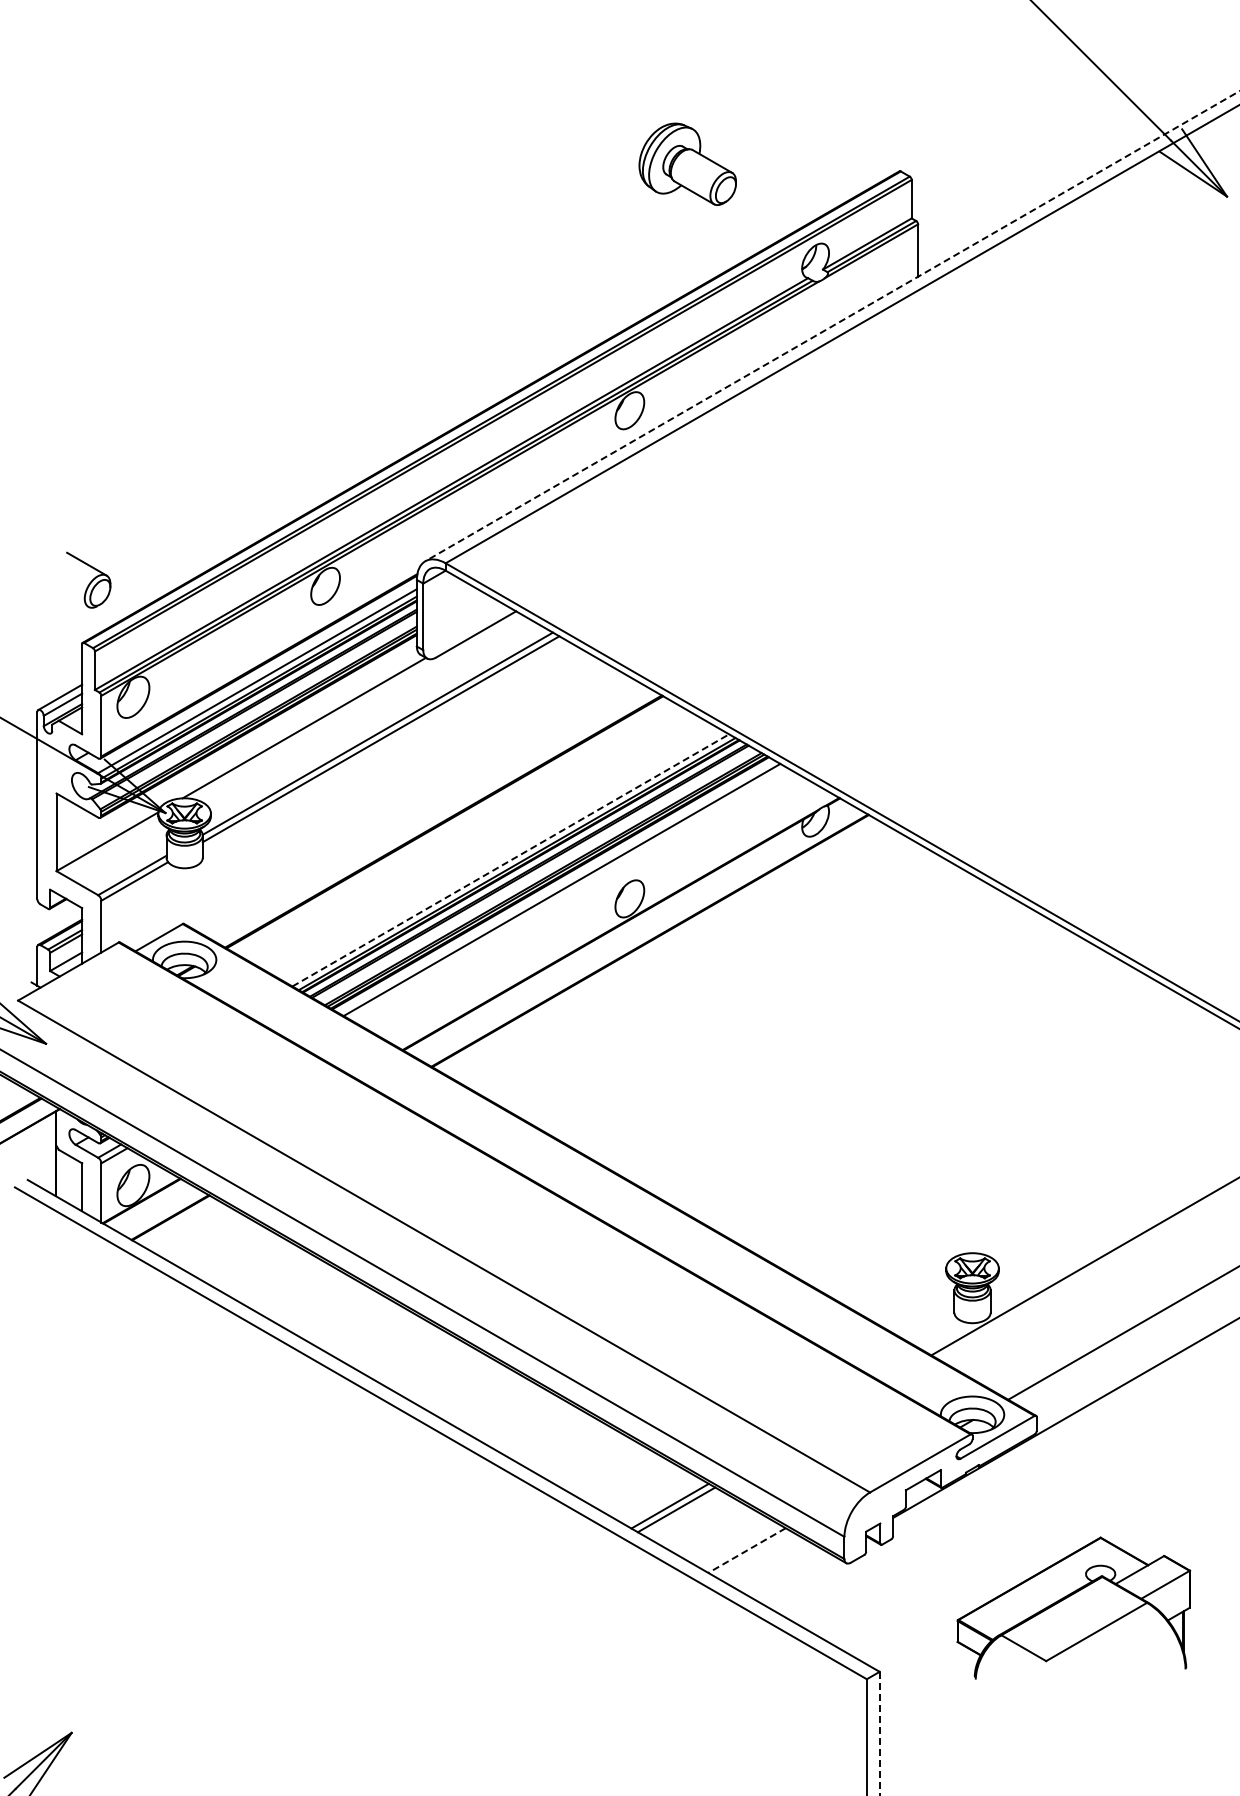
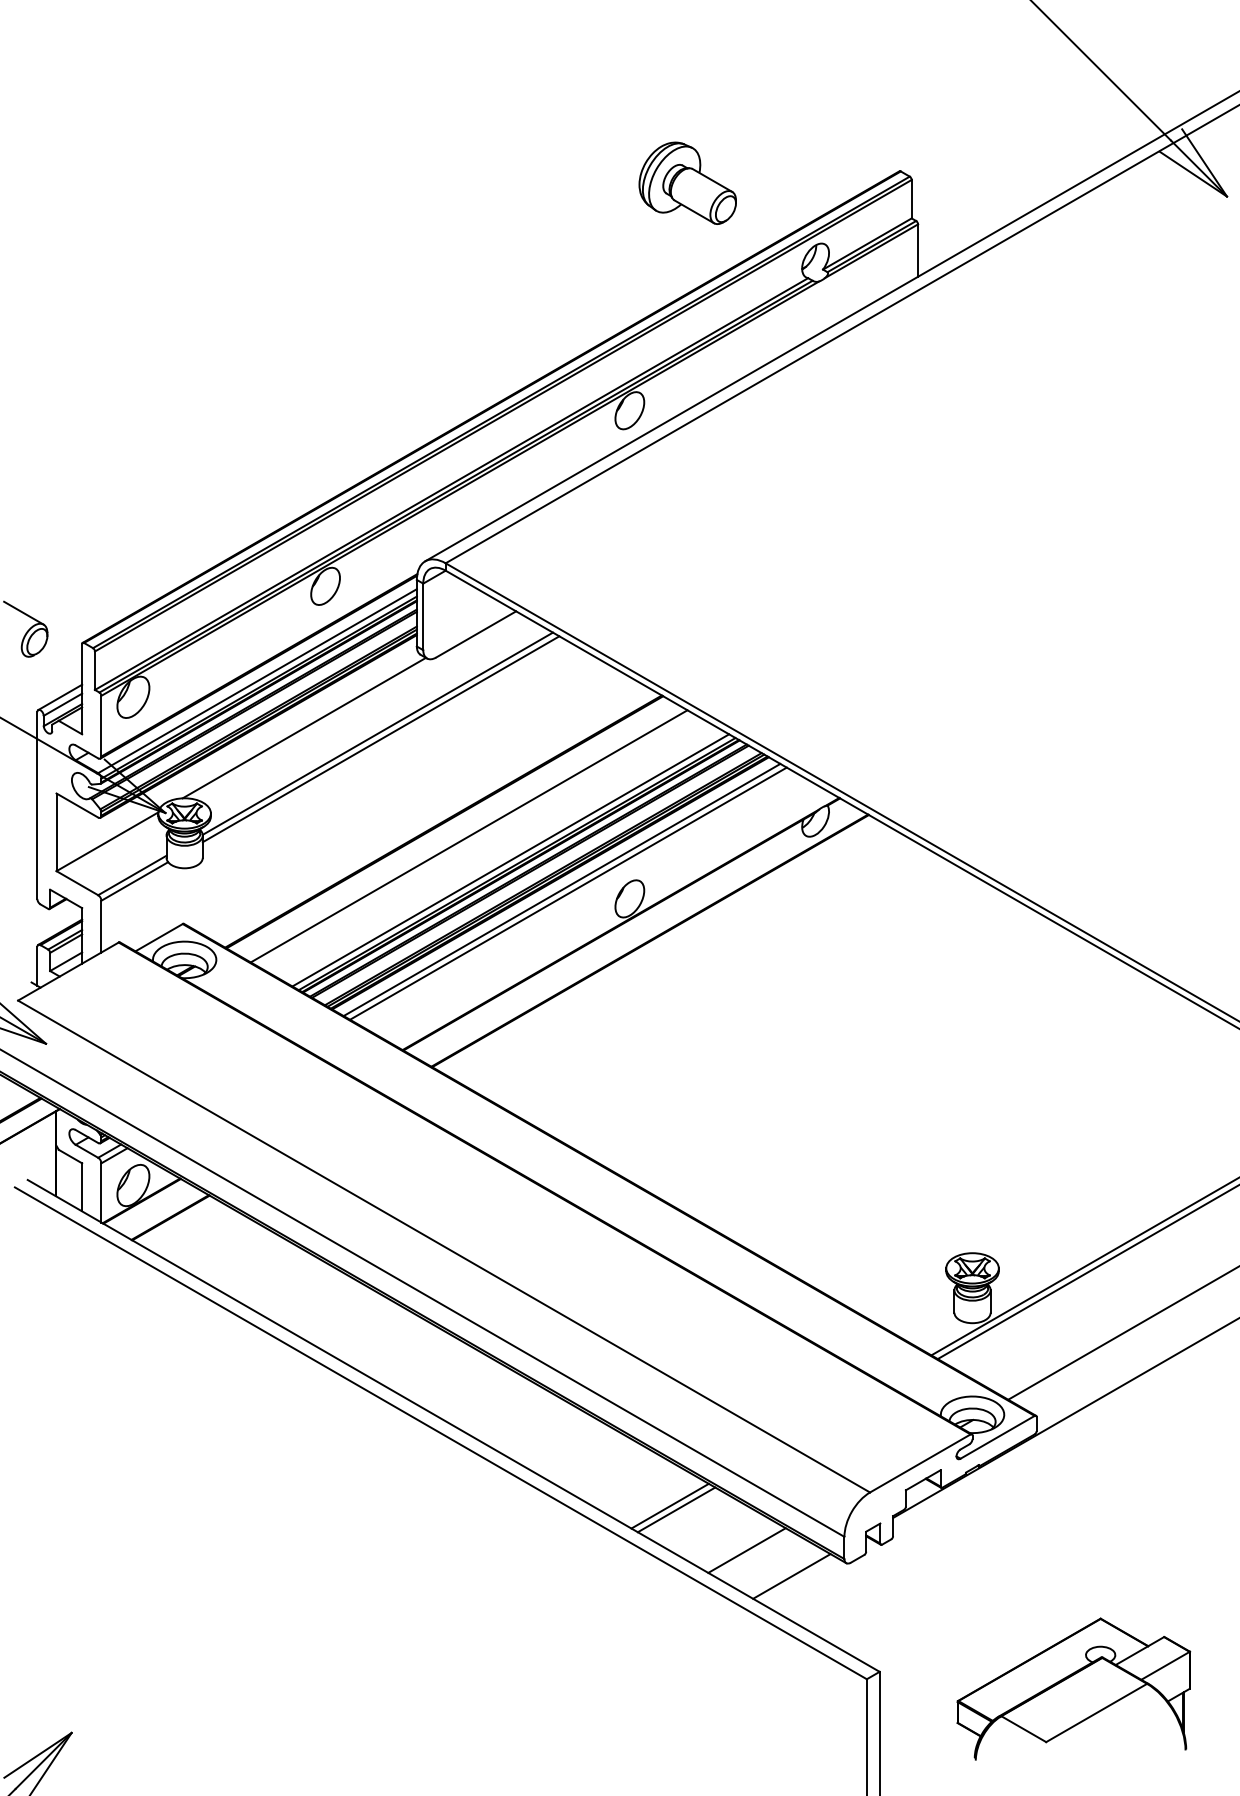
part at (687, 163) position: (687, 163) -> (687, 182)
line at (832, 326): dashed -> solid
part at (88, 579) position: (88, 579) -> (25, 628)
line at (468, 836): none -> present
line at (511, 860): dashed -> solid
line at (568, 893): none -> present
line at (1086, 1272): none -> present
line at (747, 1550): dashed -> solid
line at (791, 1576): none -> present
part at (1073, 1607) position: (1073, 1607) -> (1073, 1688)
line at (879, 1733): dashed -> solid
